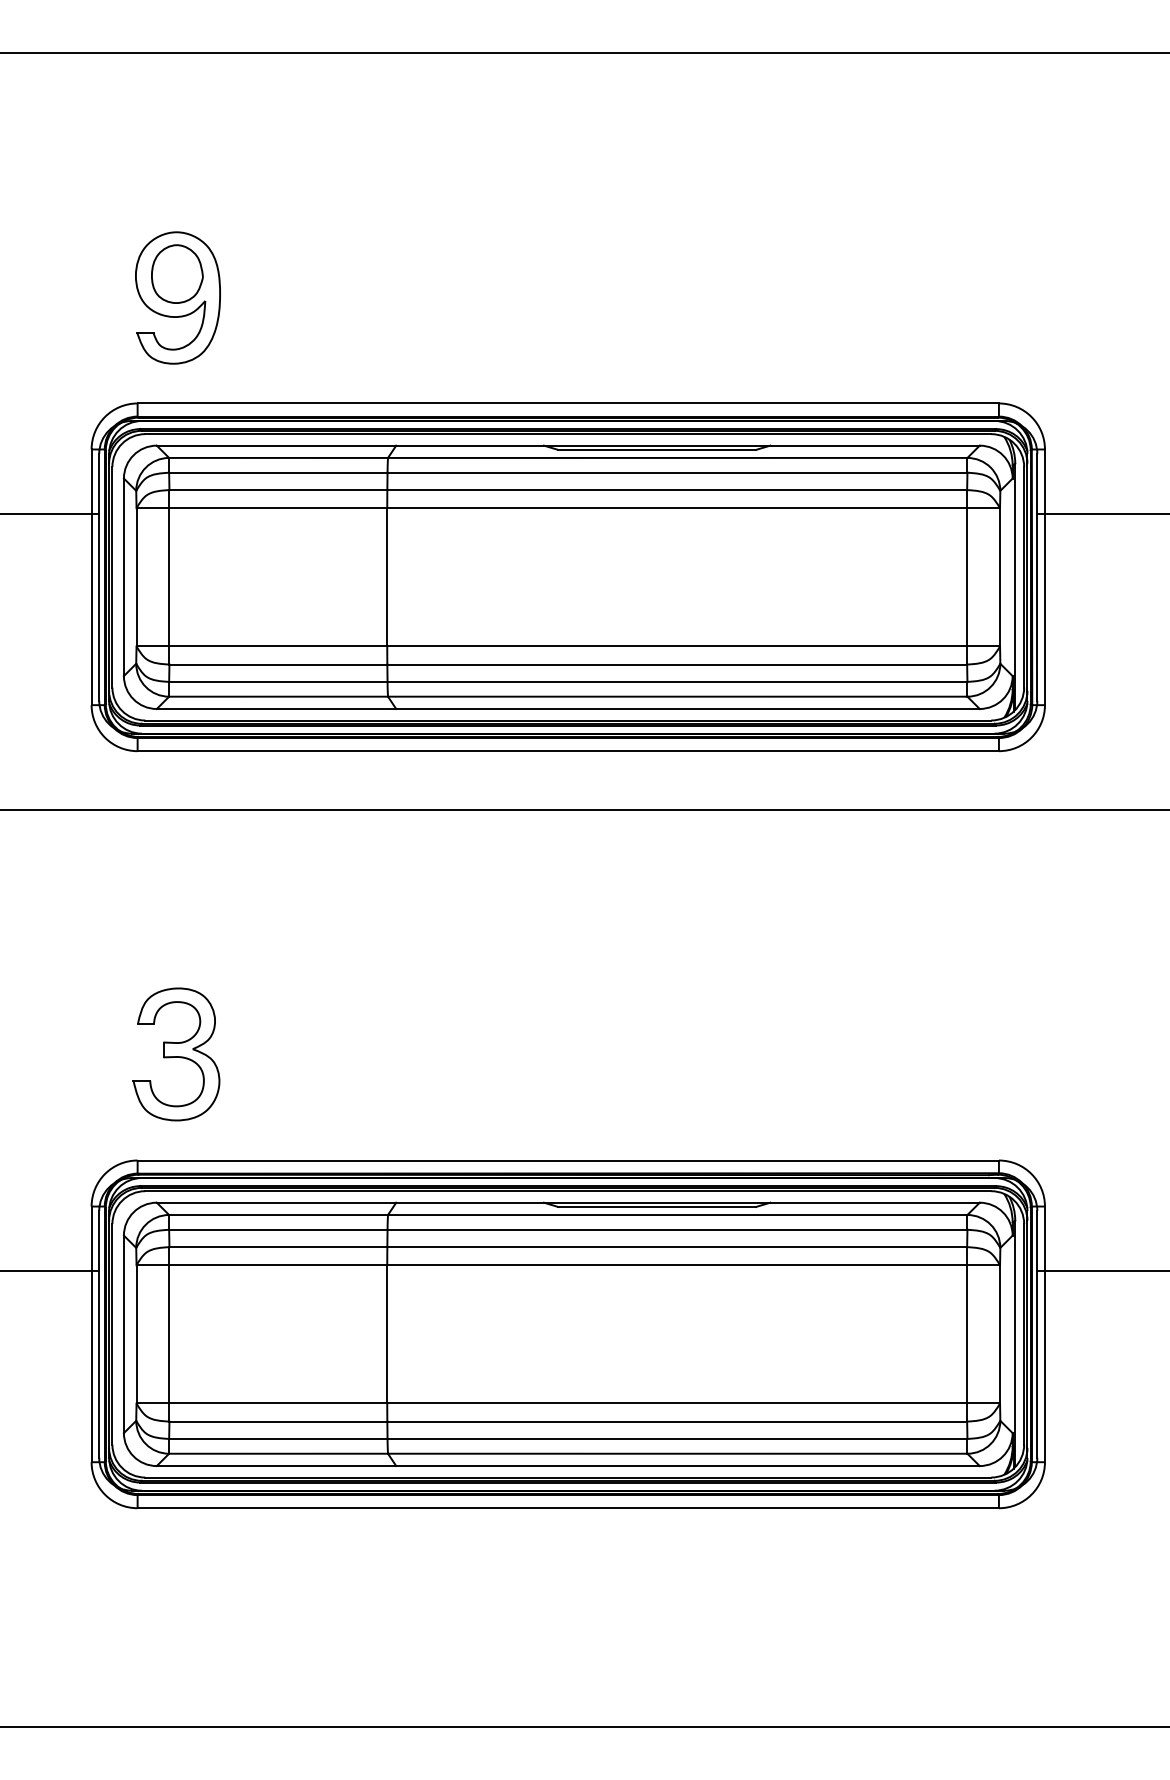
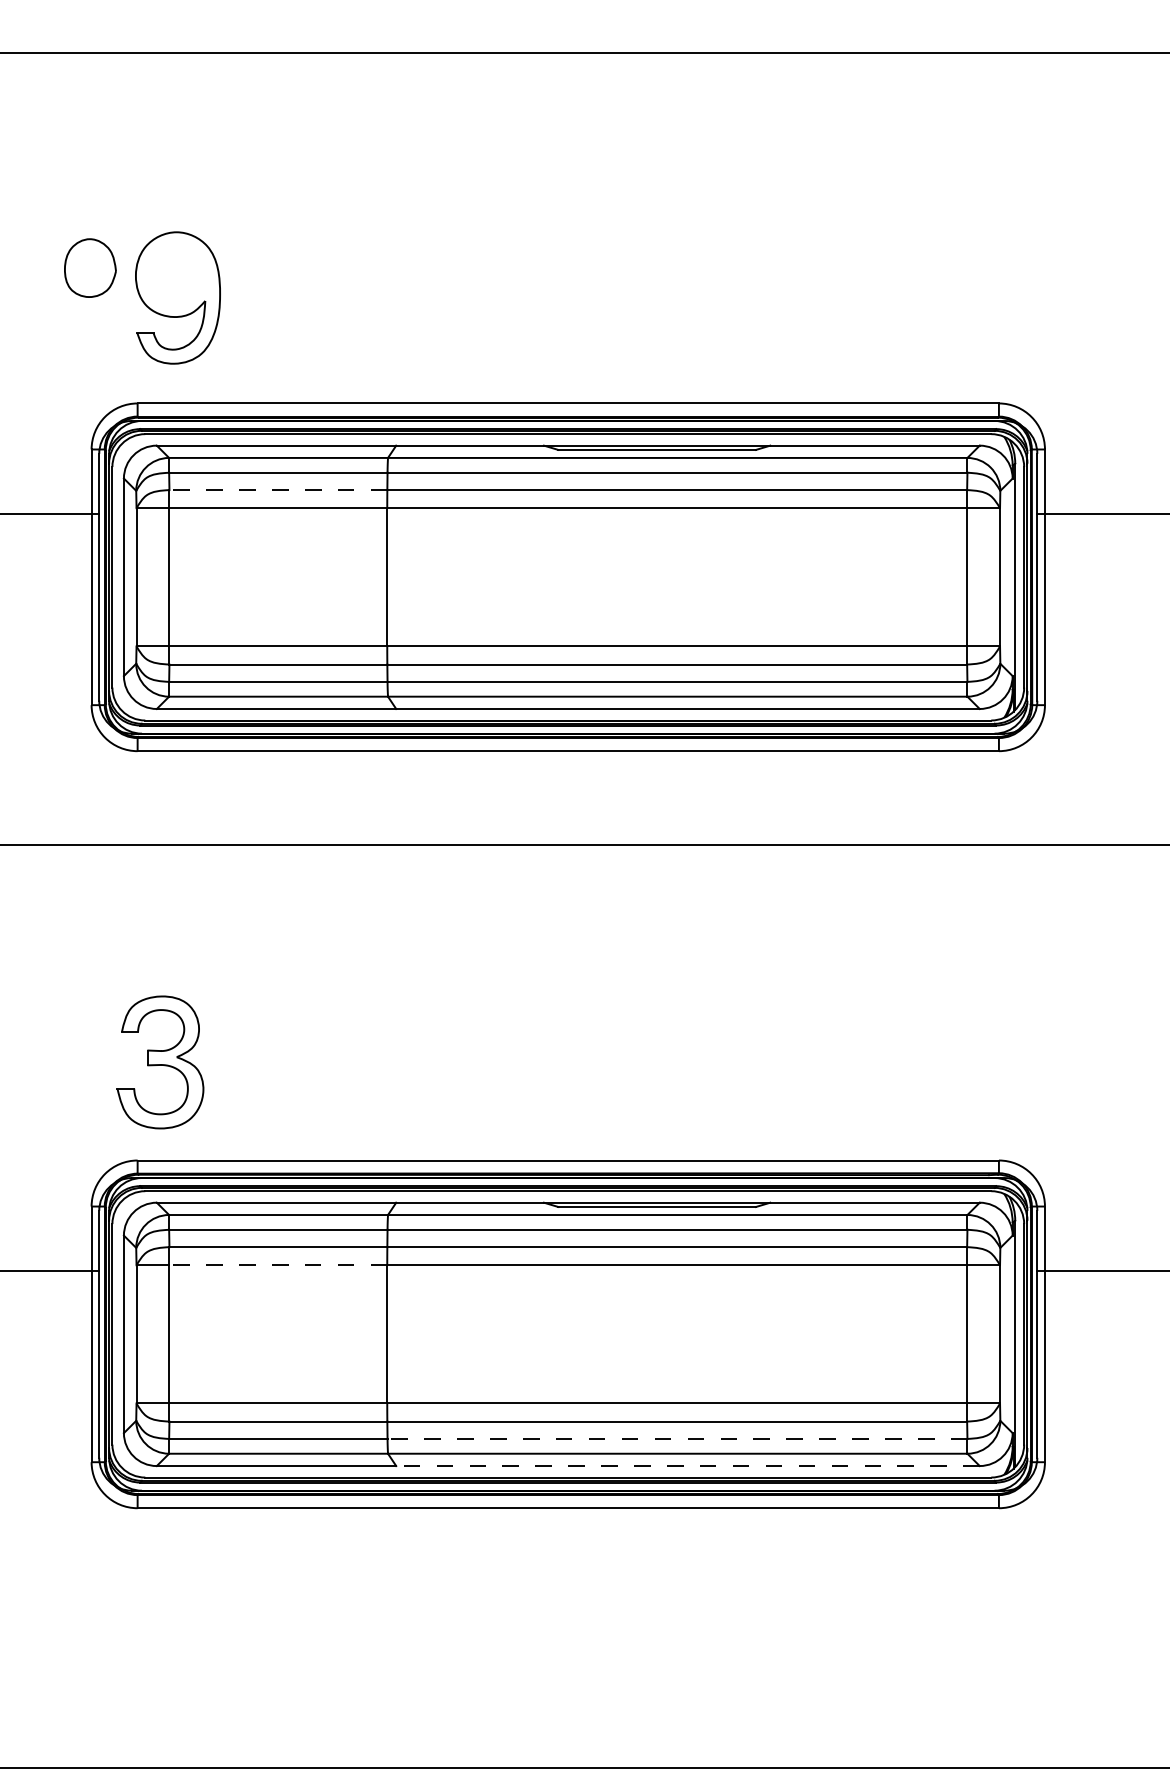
part at (177, 273) position: (177, 273) -> (90, 267)
line at (278, 490): solid -> dashed
line at (584, 810) position: (584, 810) -> (584, 845)
part at (176, 1054) position: (176, 1054) -> (160, 1062)
line at (278, 1265): solid -> dashed
line at (677, 1438): solid -> dashed
line at (687, 1466): solid -> dashed
line at (584, 1726) position: (584, 1726) -> (584, 1767)
